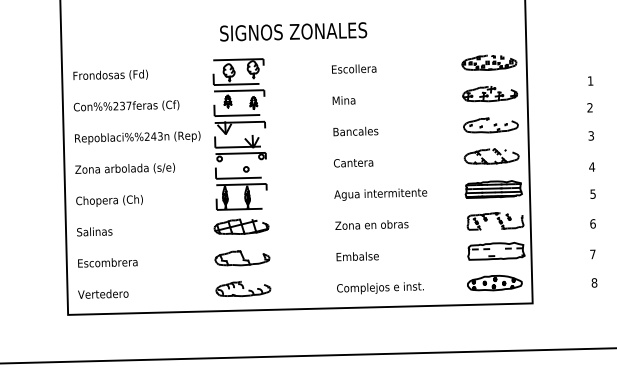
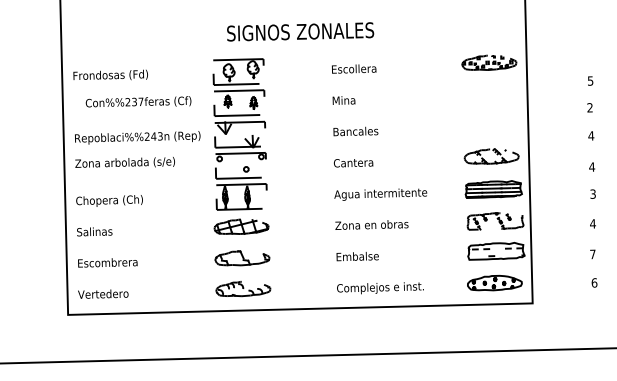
text at (293, 31) position: (293, 31) -> (300, 31)
text at (590, 80): 1 -> 5
part at (489, 94): present -> none
text at (126, 105) position: (126, 105) -> (138, 101)
part at (490, 125): present -> none
text at (591, 135): 3 -> 4
text at (124, 168) position: (124, 168) -> (124, 162)
text at (592, 193): 5 -> 3
text at (592, 223): 6 -> 4
text at (594, 282): 8 -> 6
